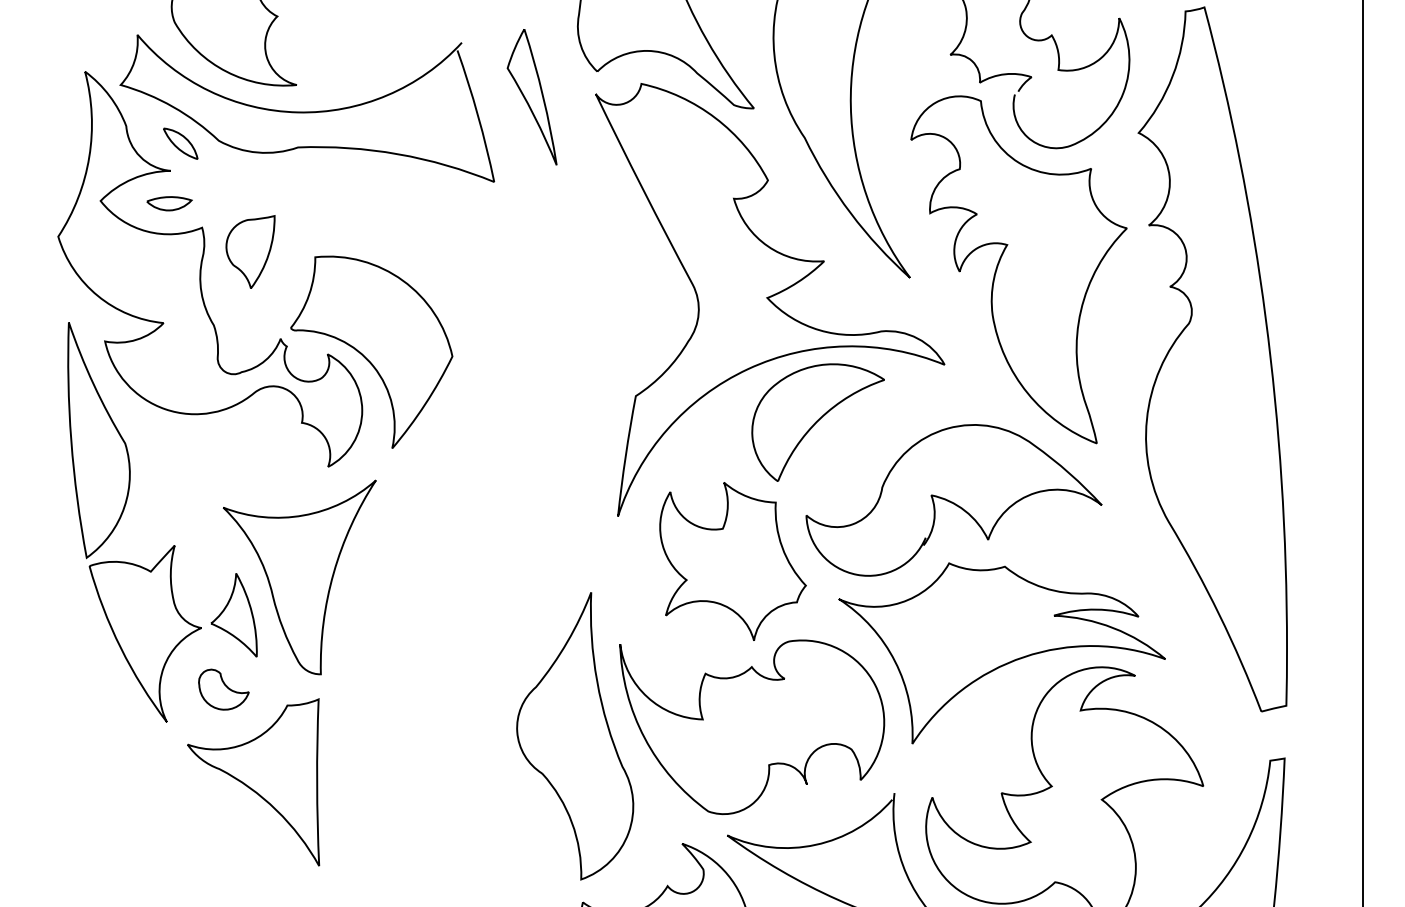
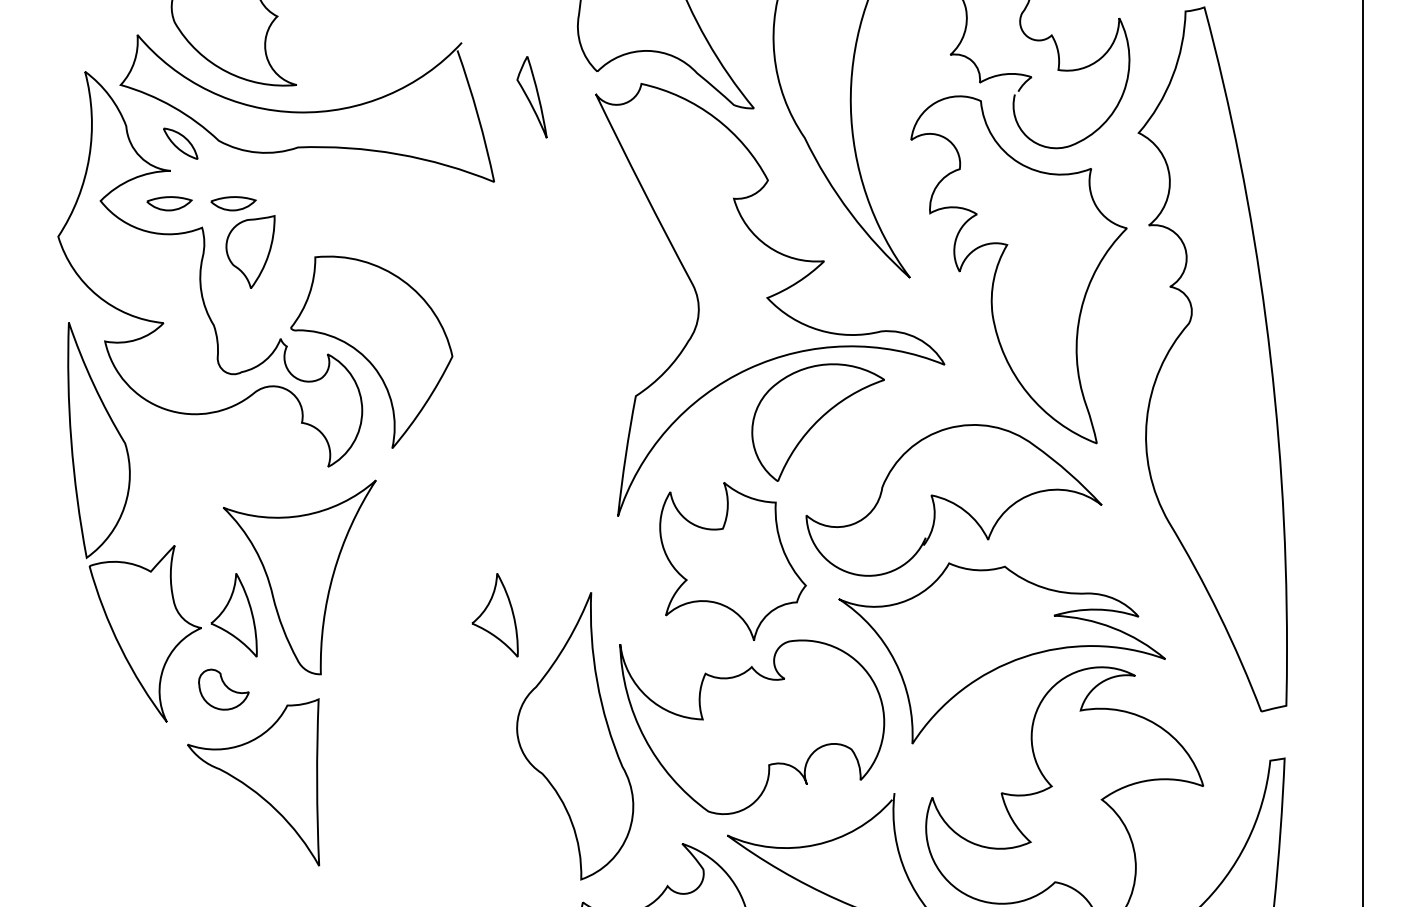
part at (531, 97) size: 52x137 px -> 32x83 px
part at (233, 203): none -> present
part at (494, 615): none -> present
